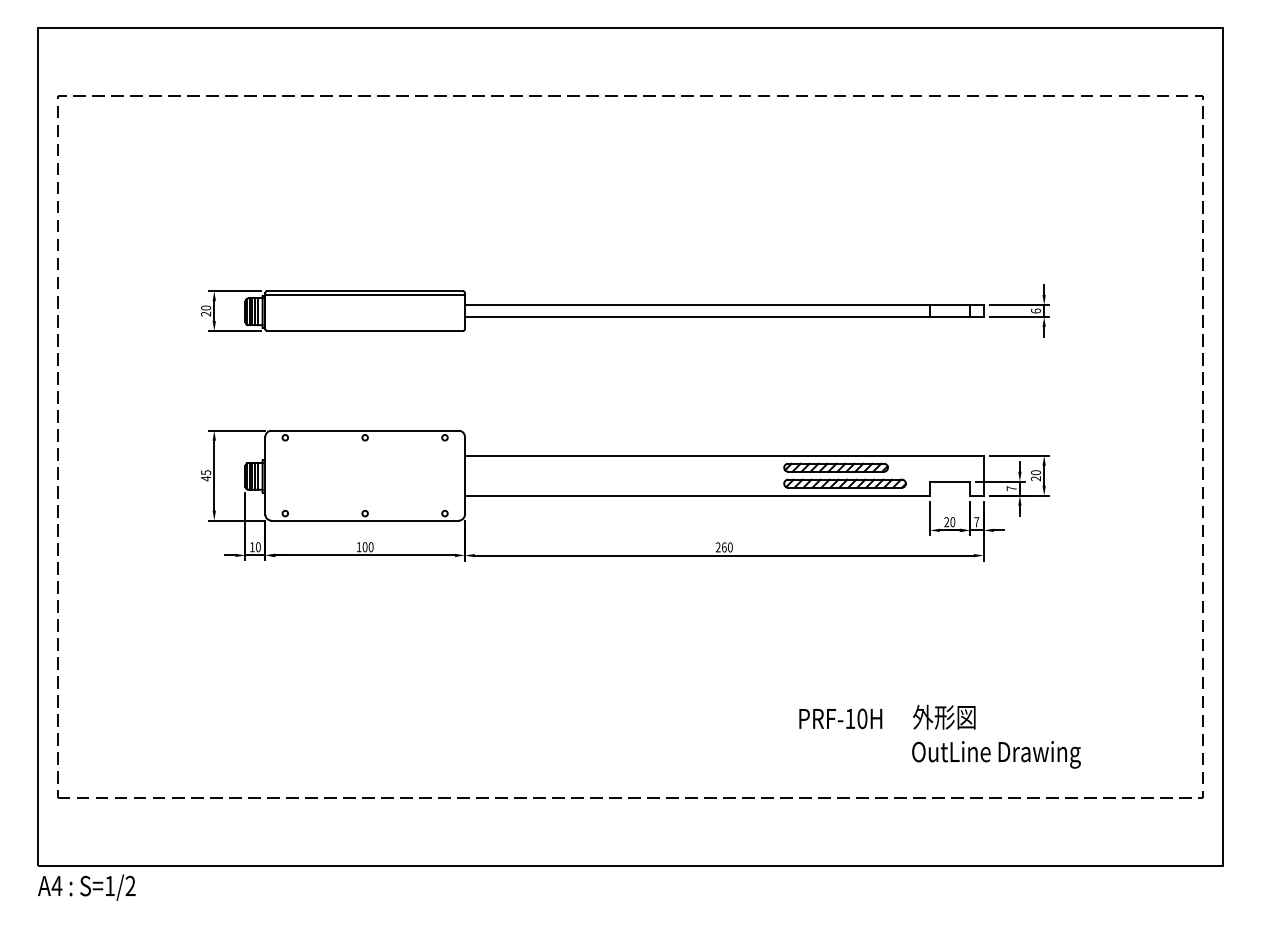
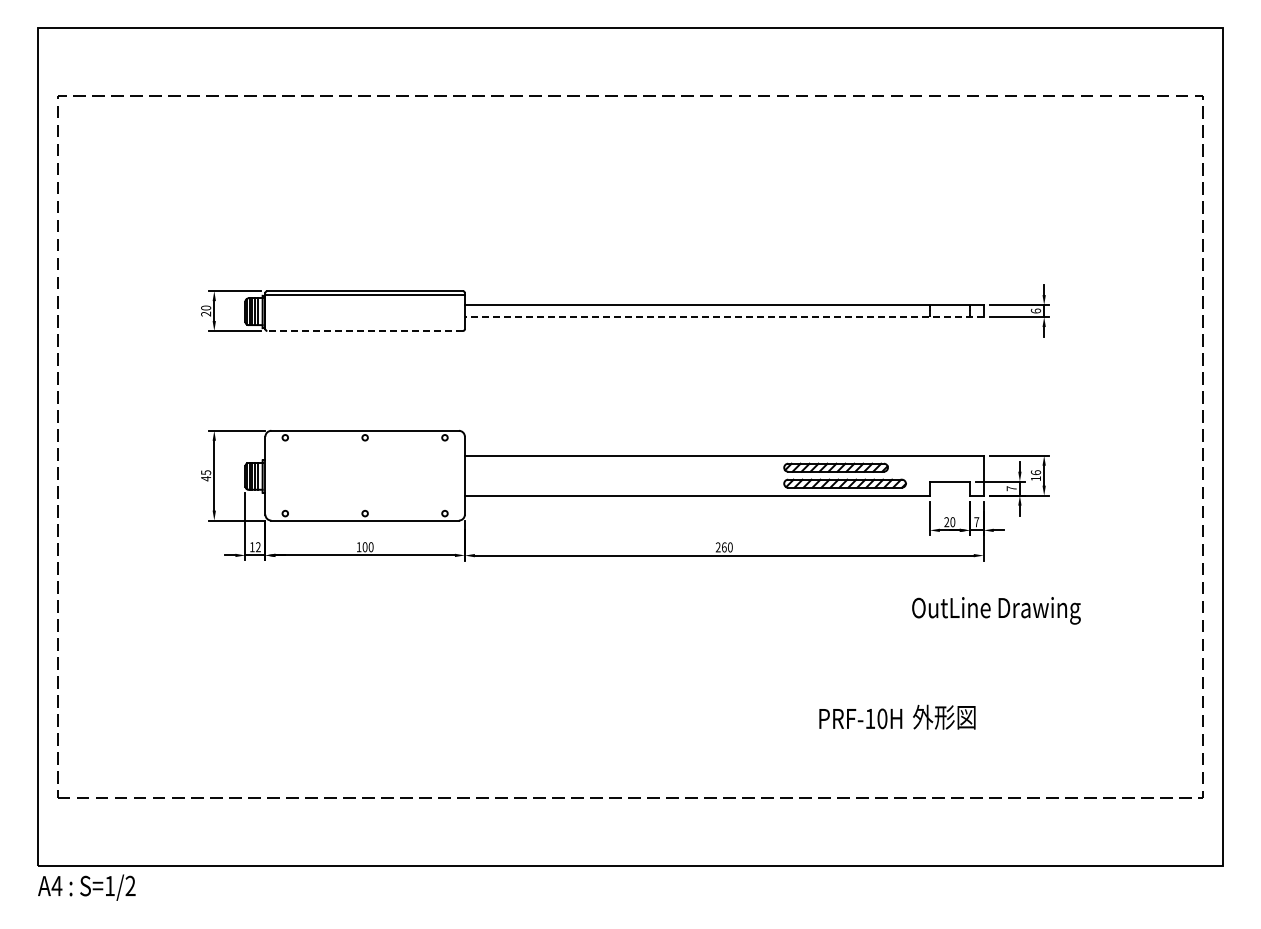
line at (723, 317): solid -> dashed
line at (365, 331): solid -> dashed
text at (1035, 475): 20 -> 16
text at (258, 547): 10 -> 12
text at (840, 718) position: (840, 718) -> (860, 718)
text at (996, 754) position: (996, 754) -> (996, 610)
